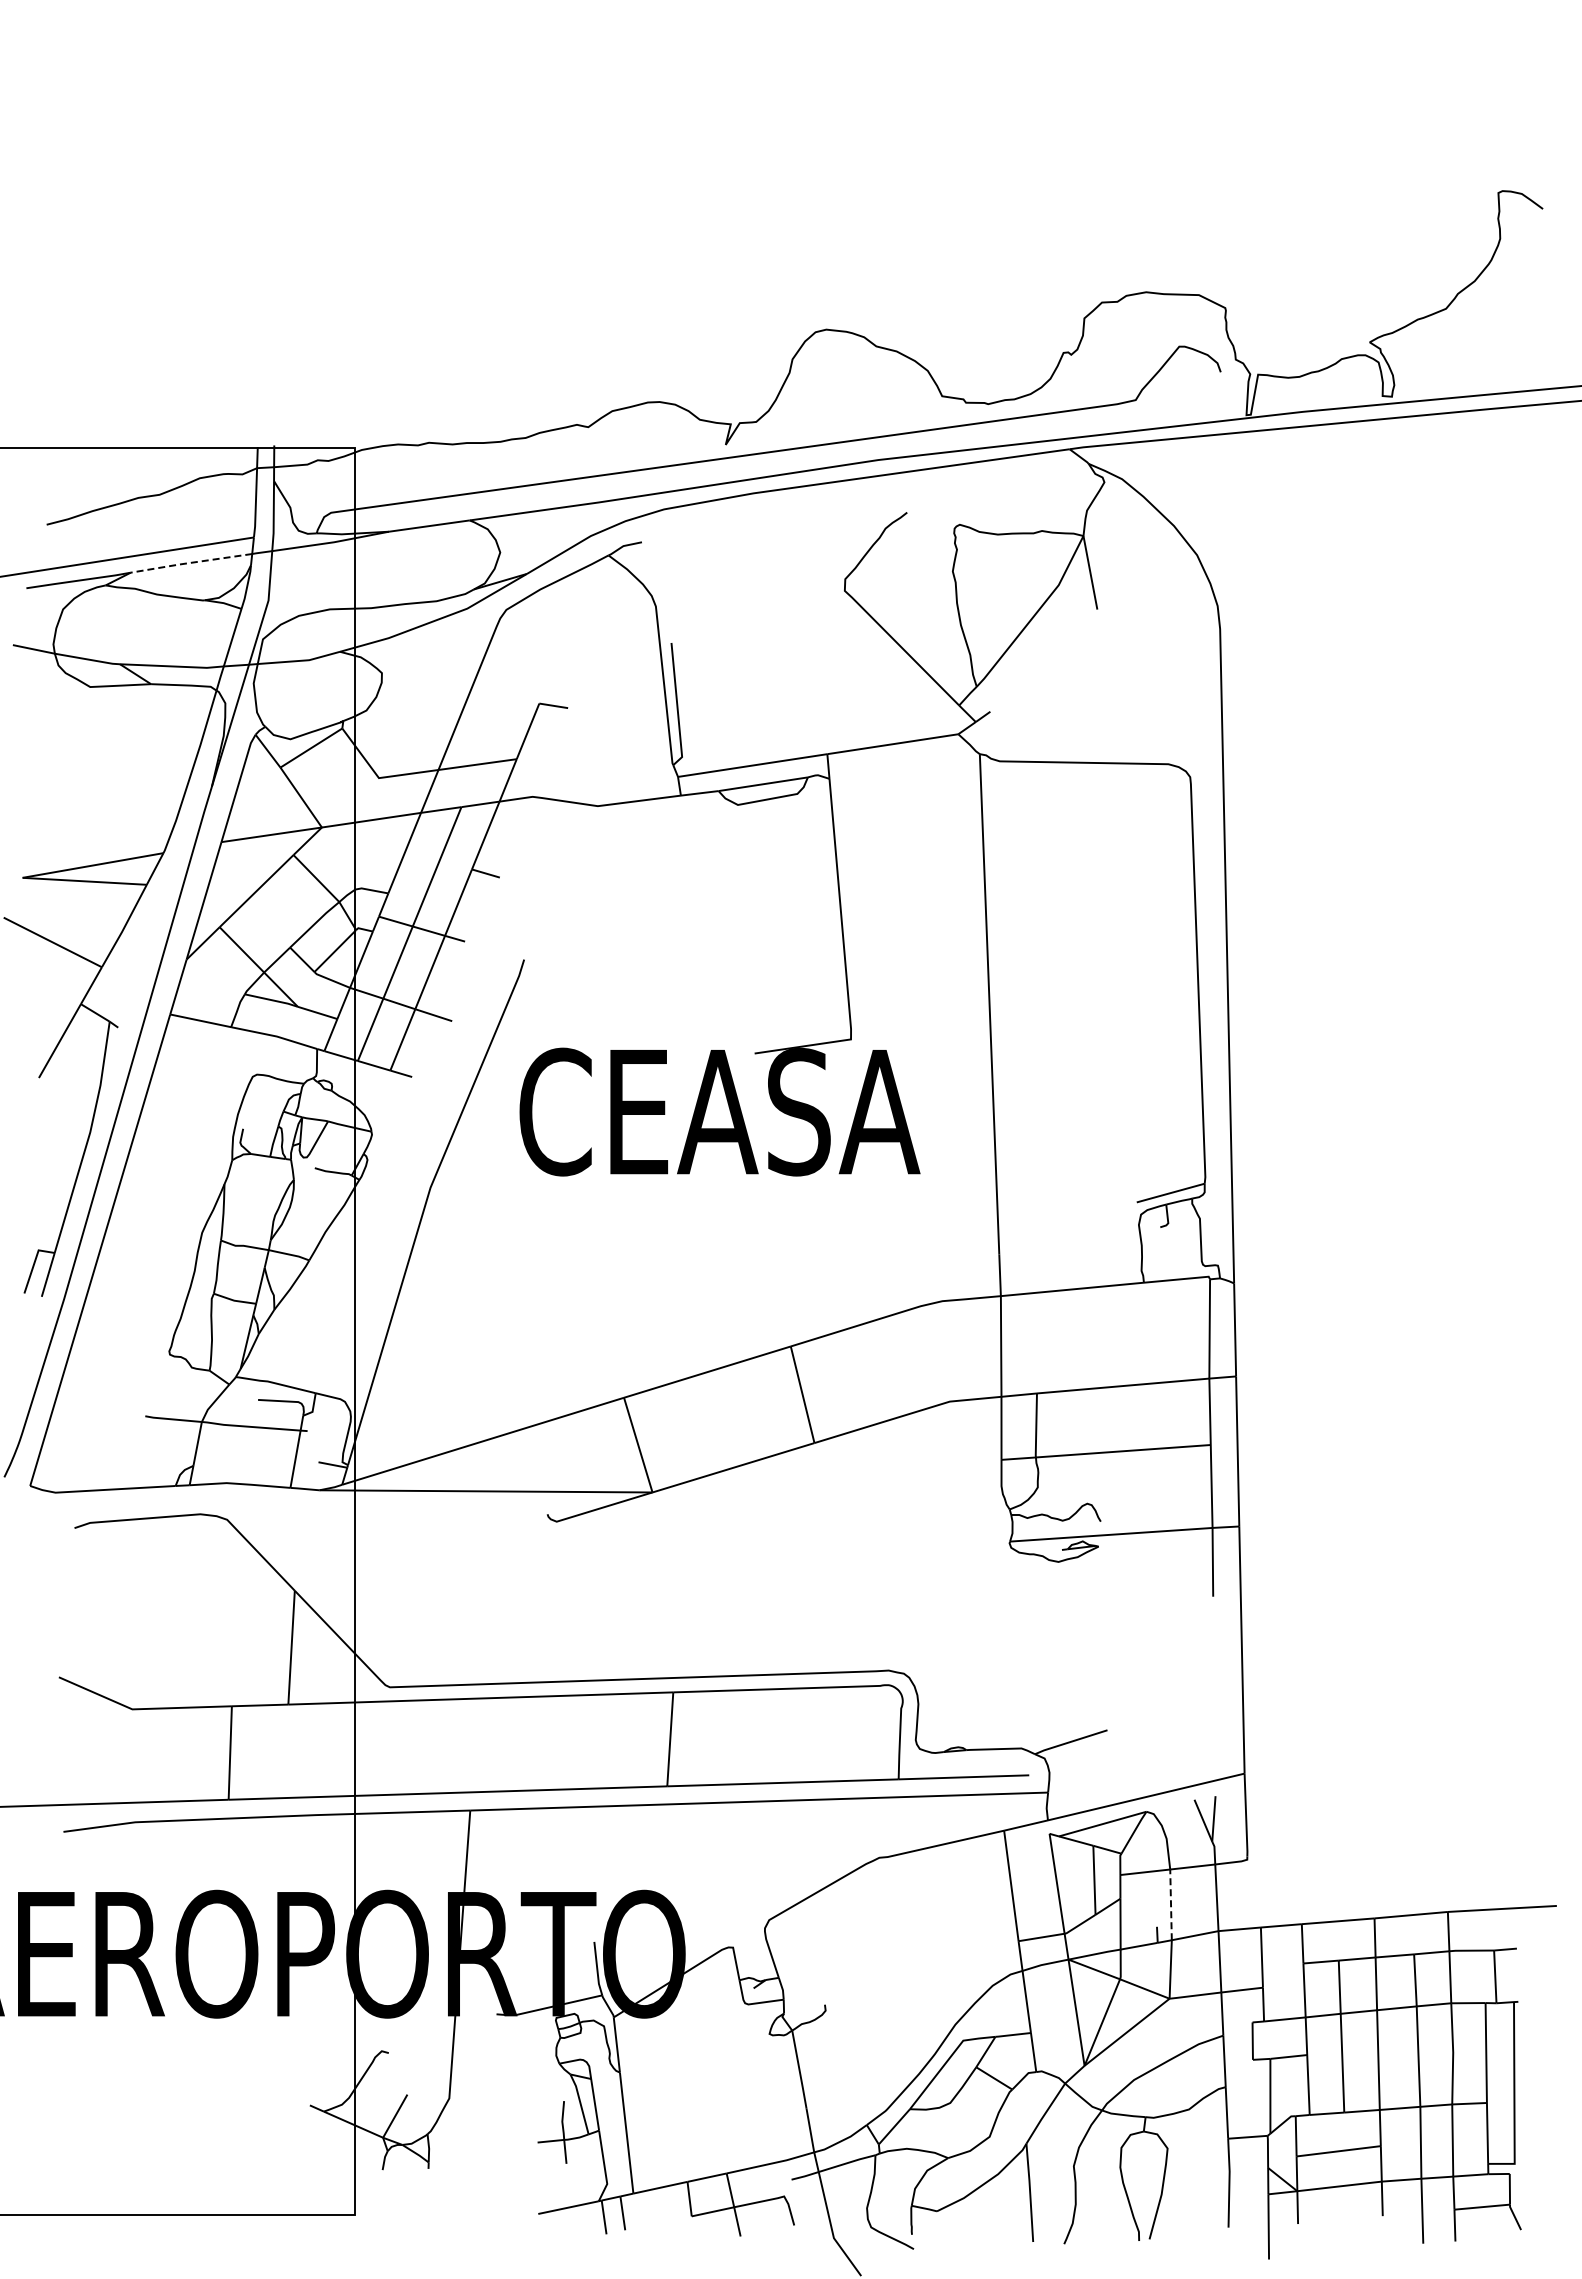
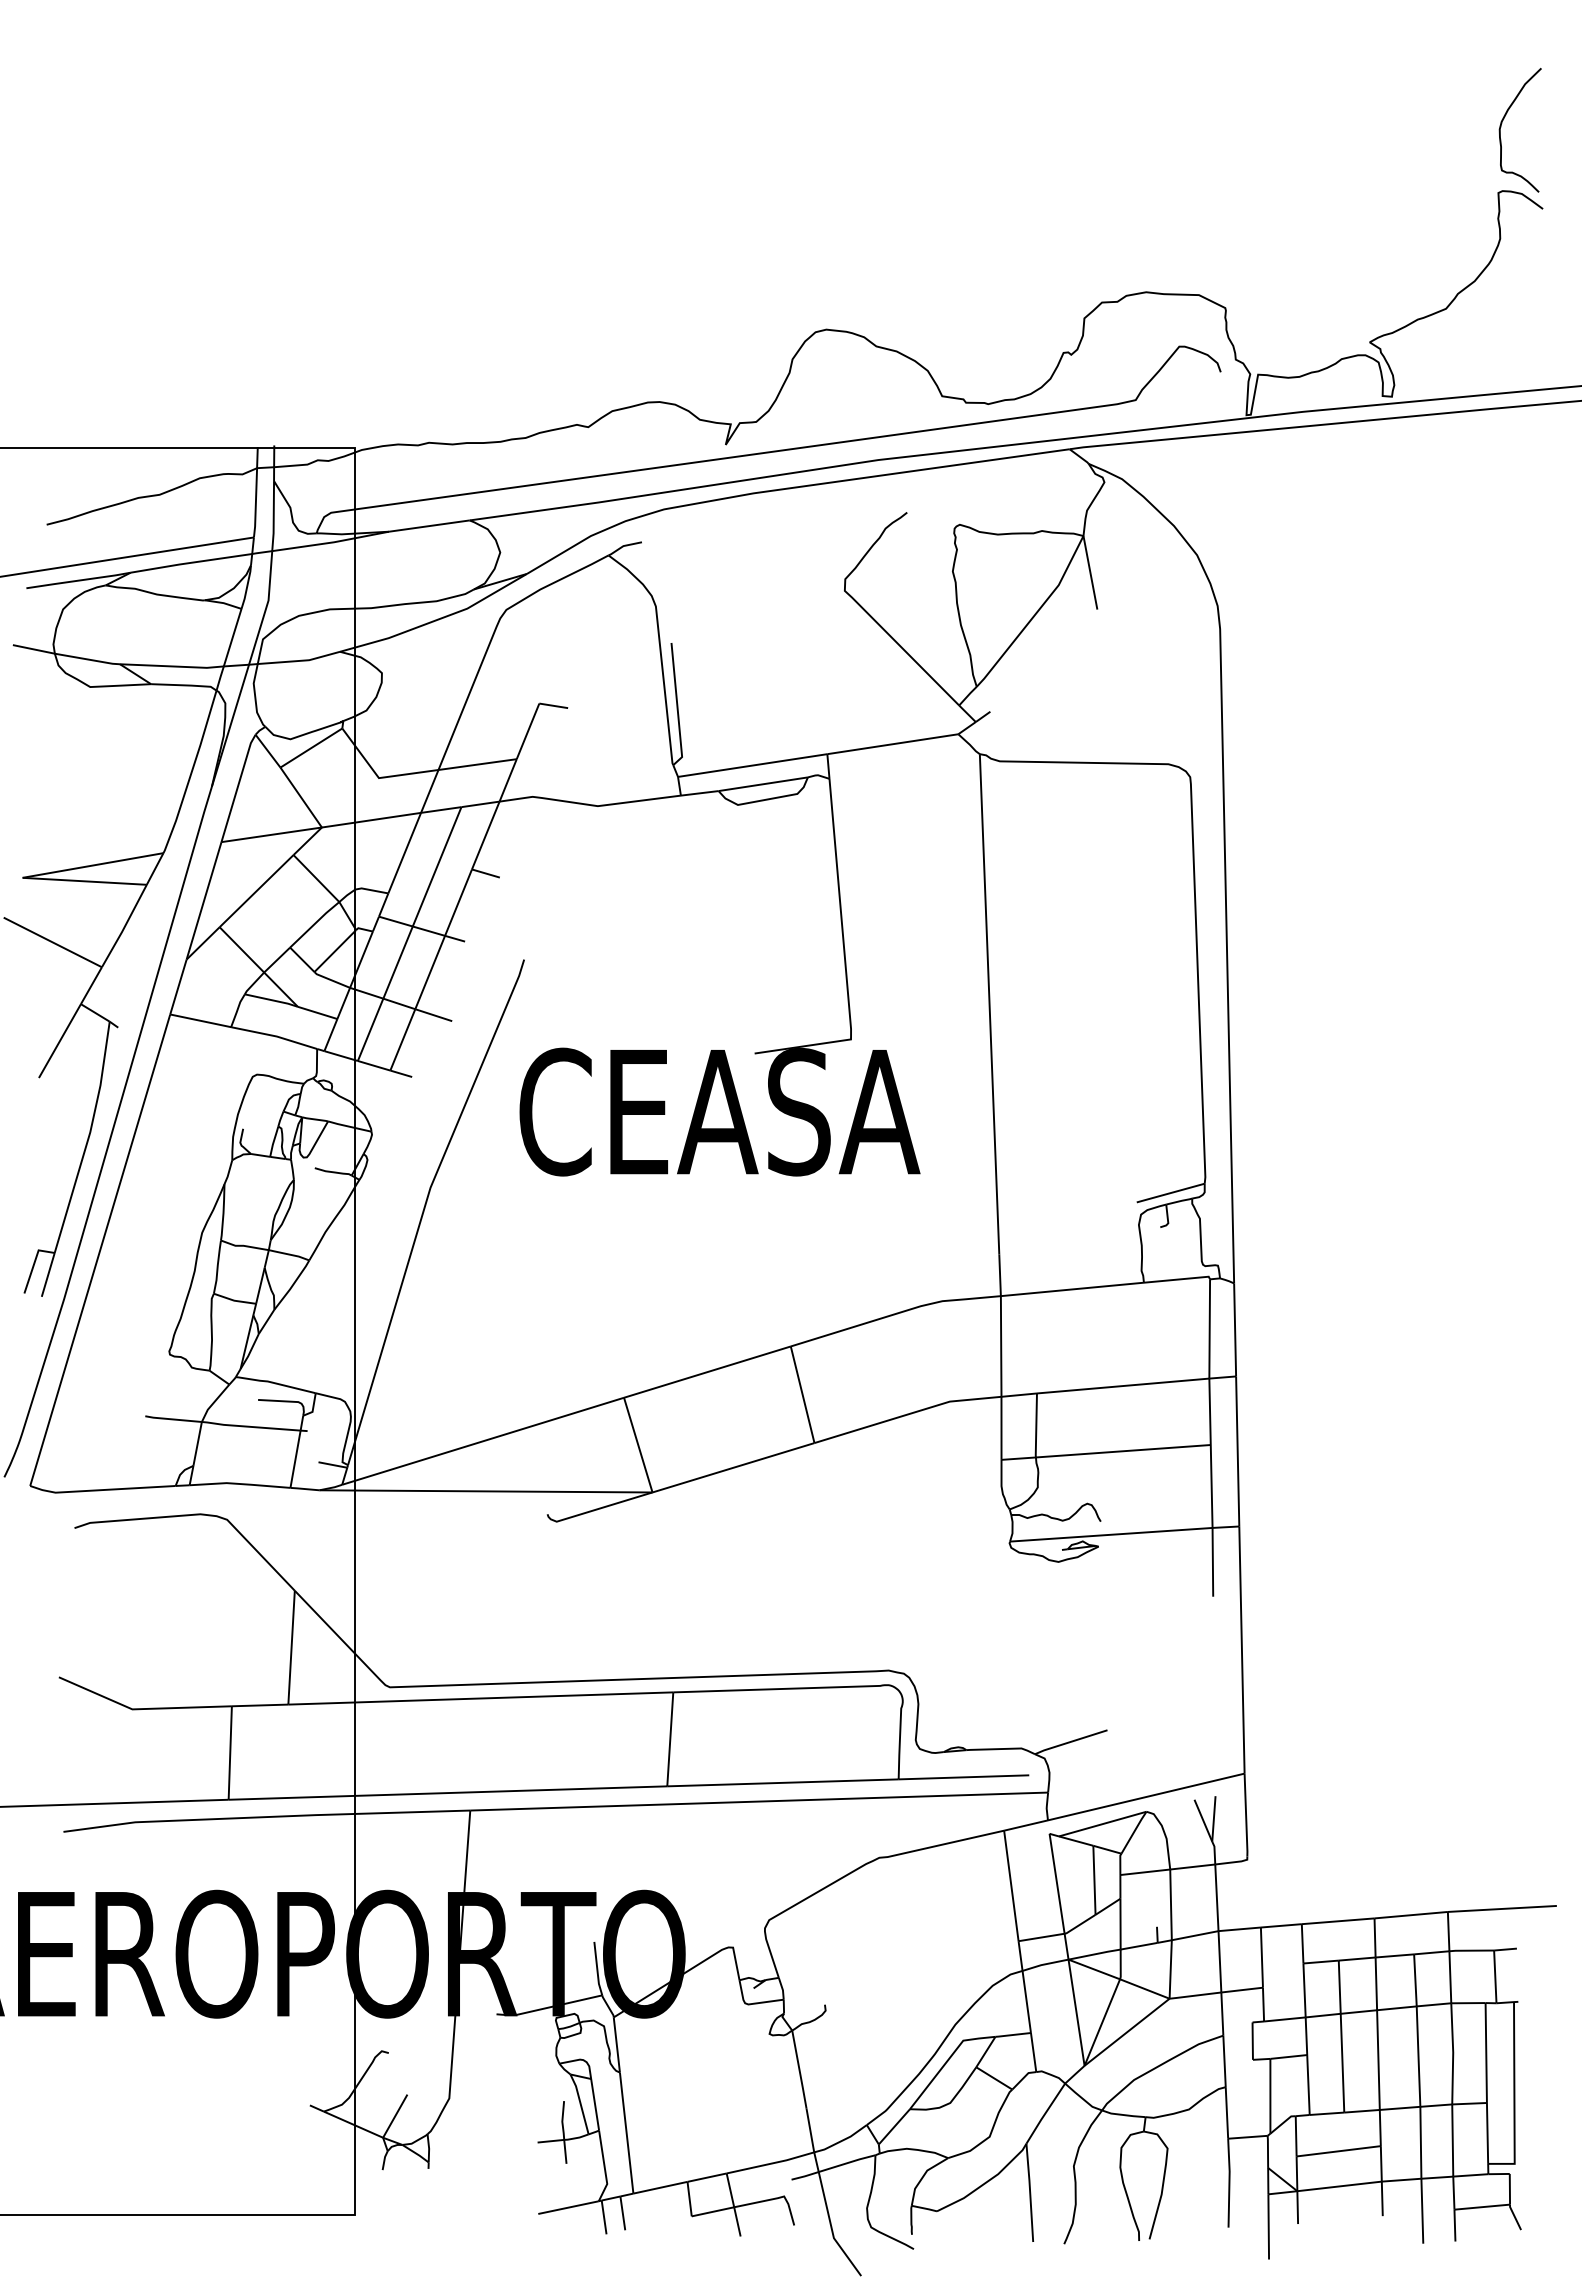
curve at (1501, 127): none -> present
line at (190, 562): dashed -> solid
line at (1171, 1904): dashed -> solid
